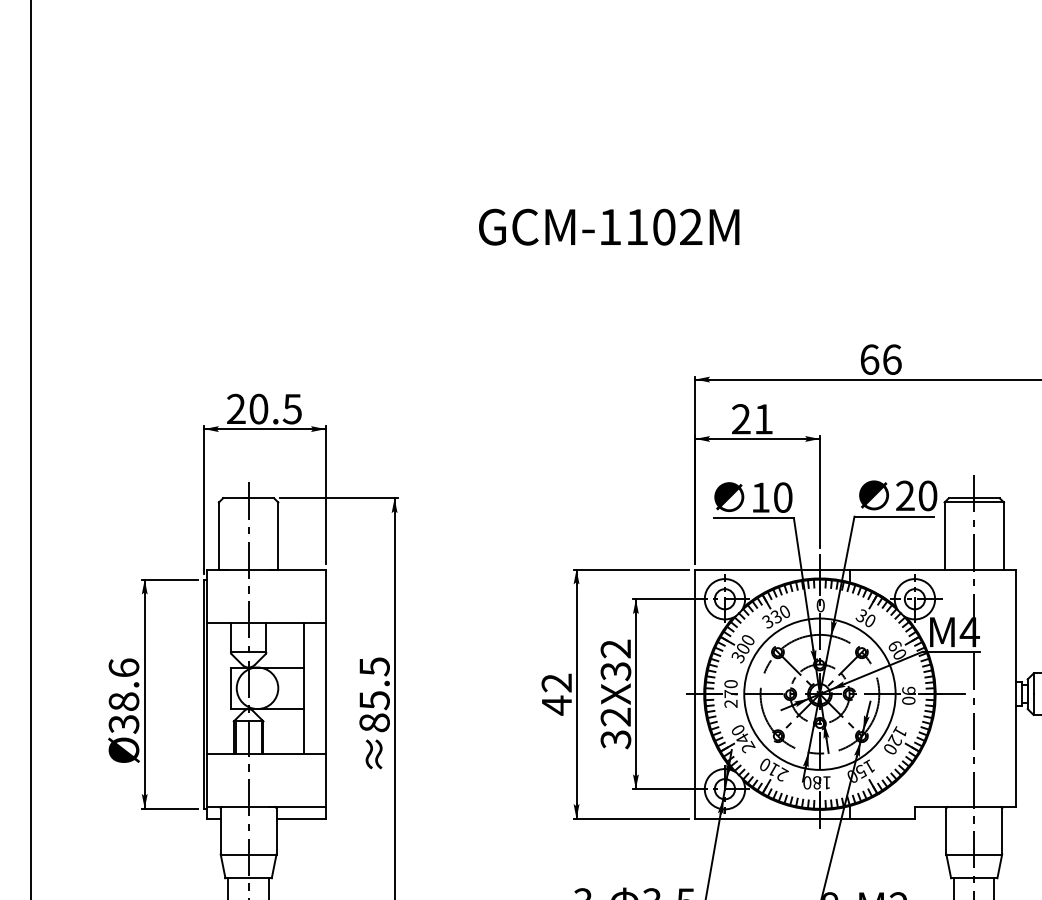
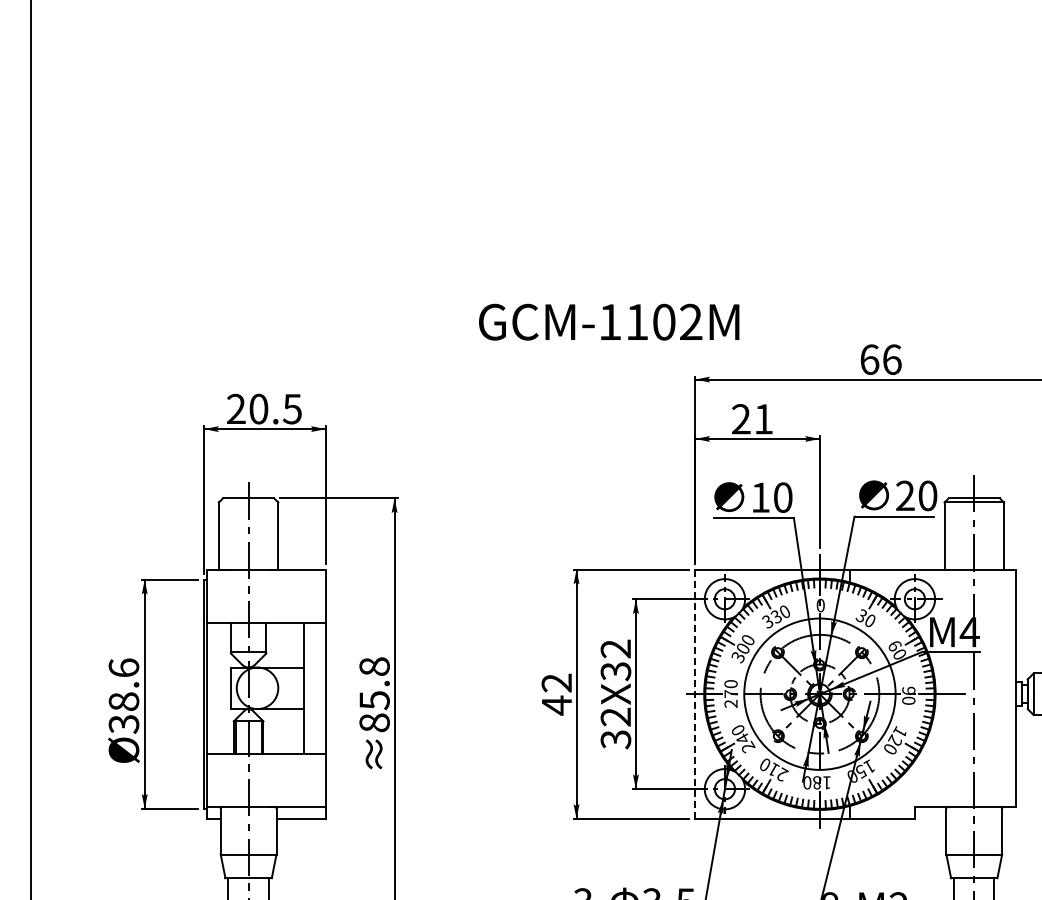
text at (609, 226) position: (609, 226) -> (609, 321)
text at (374, 666): 85.5 -> 85.8
line at (695, 694): solid -> dashed
